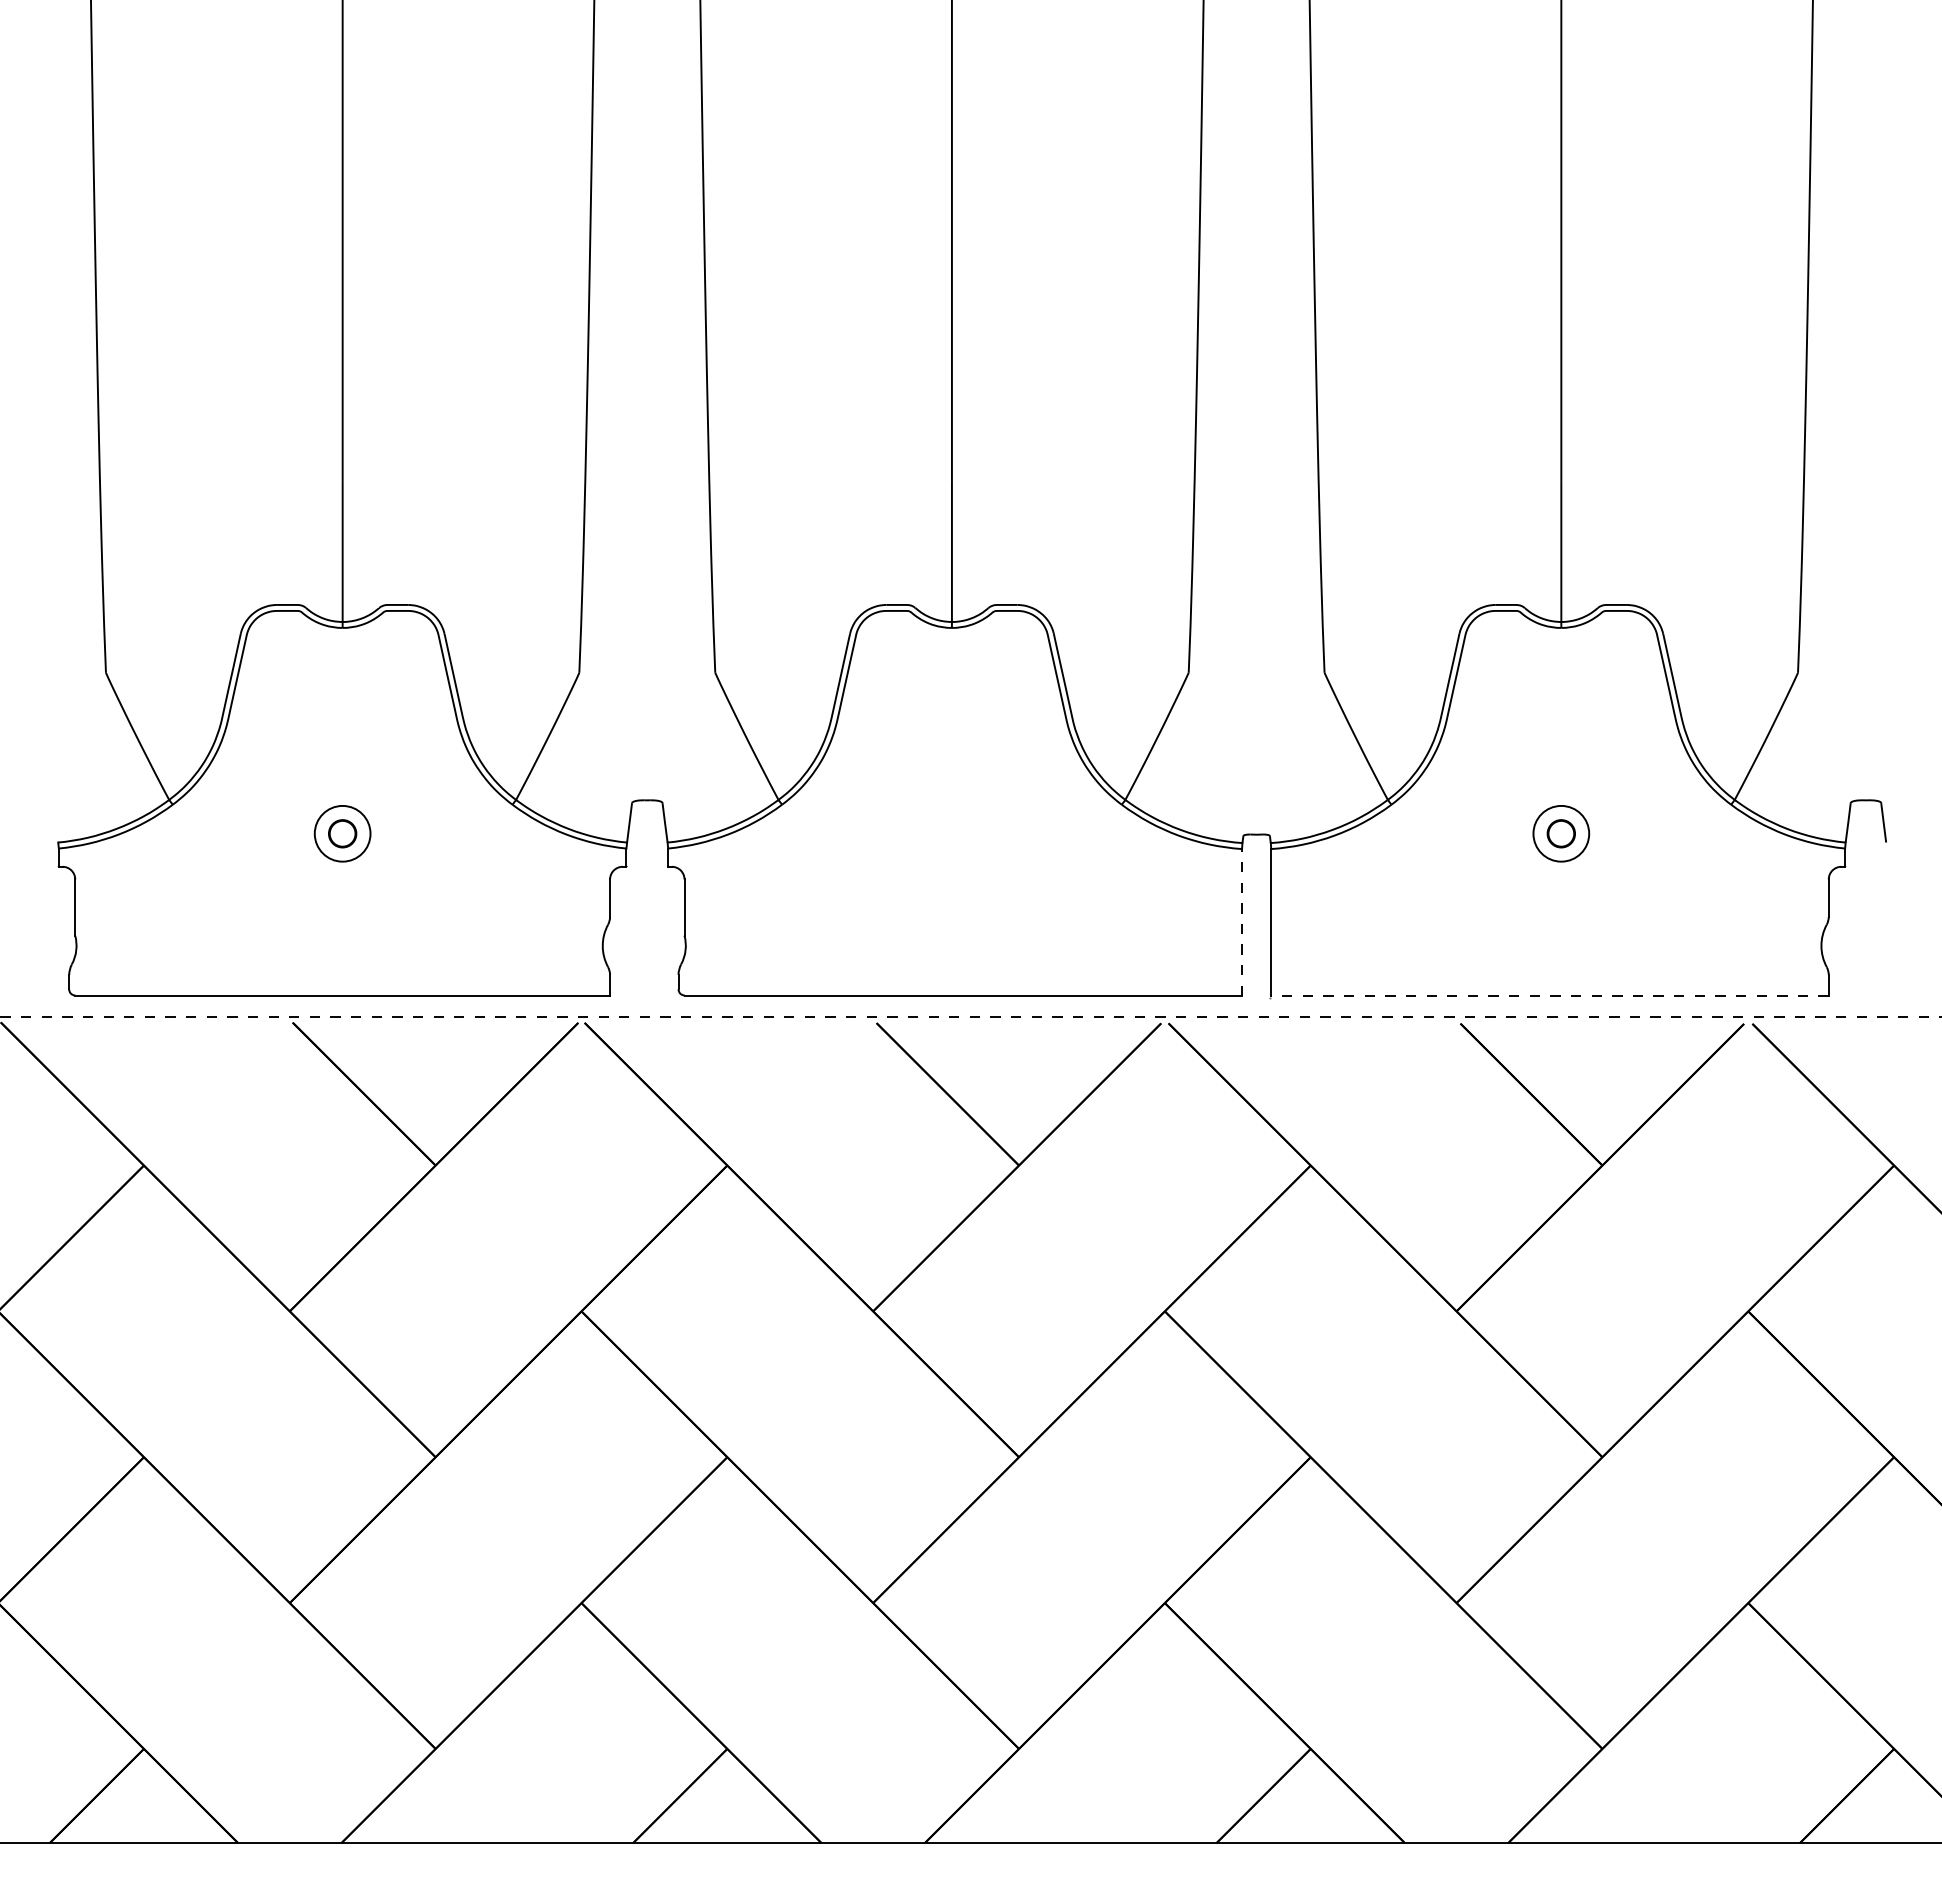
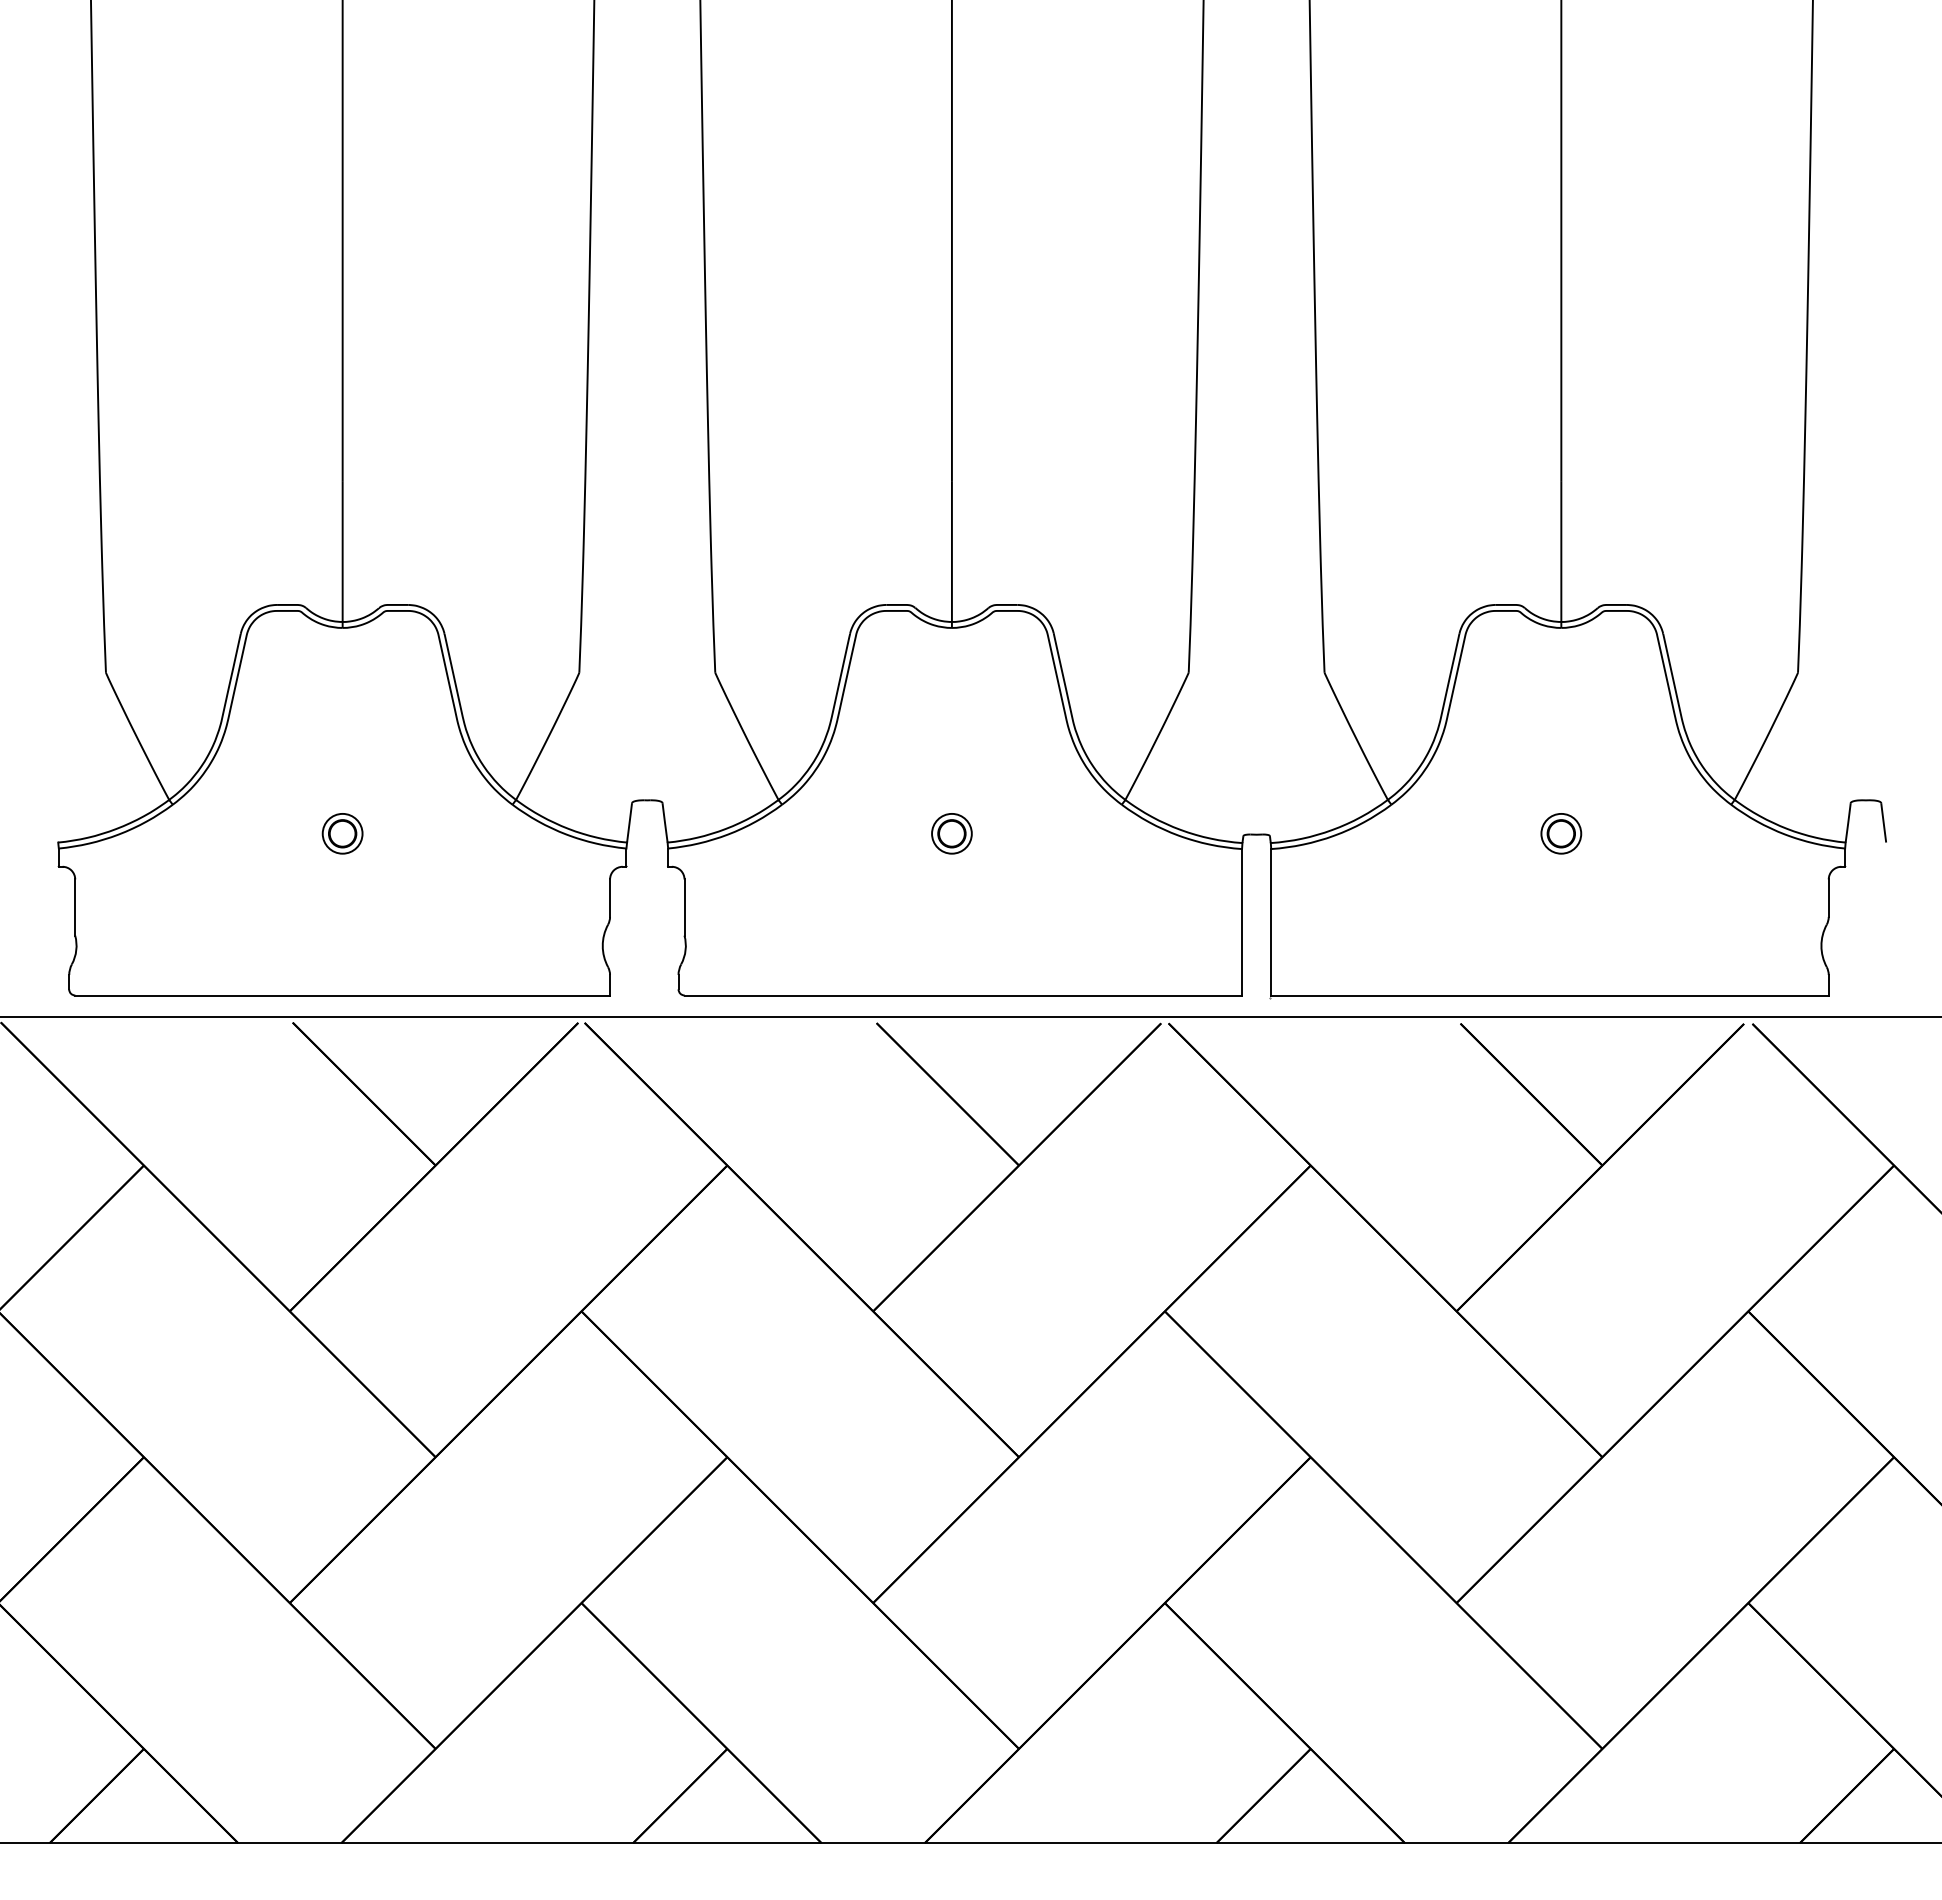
circle at (342, 833) diameter: 56 px -> 40 px
part at (951, 833): none -> present
circle at (1561, 833) diameter: 56 px -> 40 px
line at (1242, 922): dashed -> solid
line at (1549, 996): dashed -> solid
line at (971, 1017): dashed -> solid
